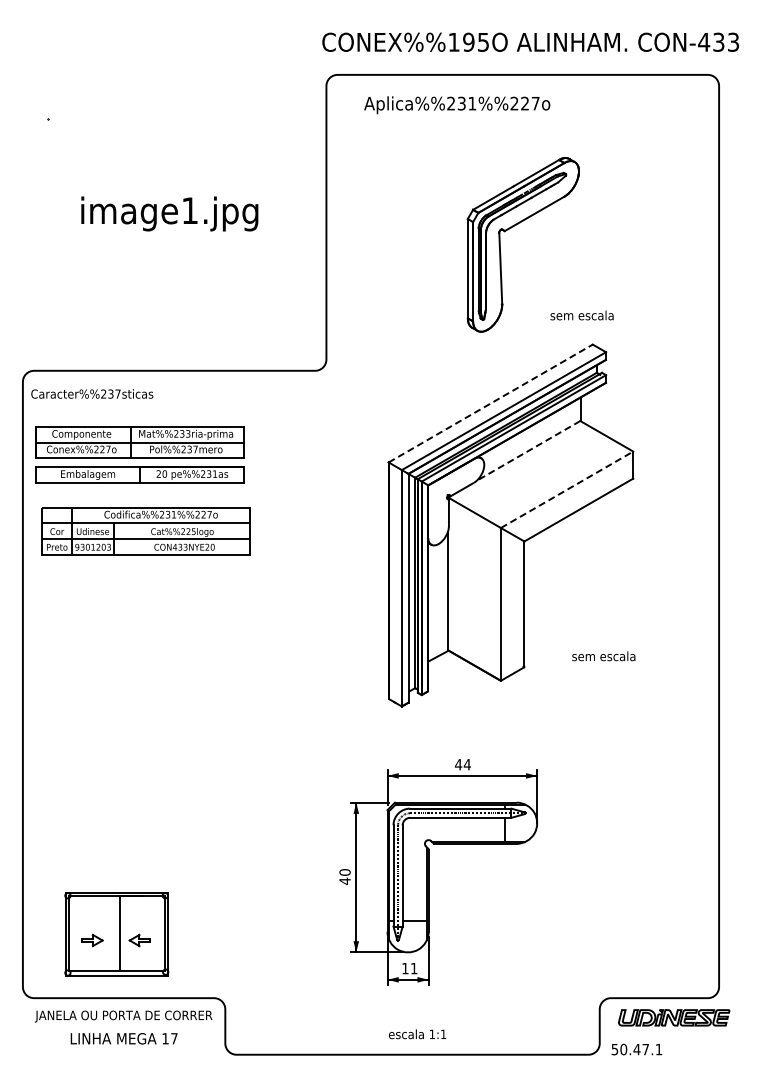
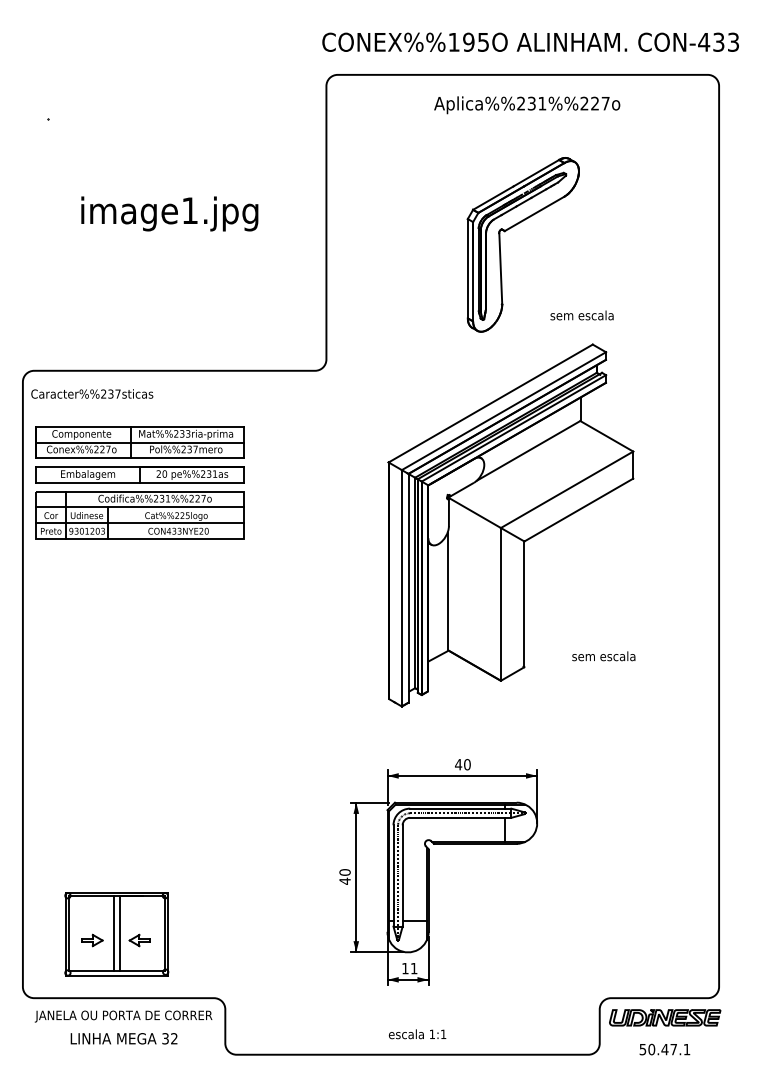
text at (457, 105) position: (457, 105) -> (527, 105)
line at (490, 403): dashed -> solid
line at (528, 450): dashed -> solid
line at (567, 489): dashed -> solid
part at (145, 531) position: (145, 531) -> (139, 515)
text at (466, 764): 44 -> 40
line at (114, 933): none -> present
part at (674, 1017) position: (674, 1017) -> (665, 1017)
text at (169, 1038): 17 -> 32
text at (636, 1049) position: (636, 1049) -> (664, 1049)
